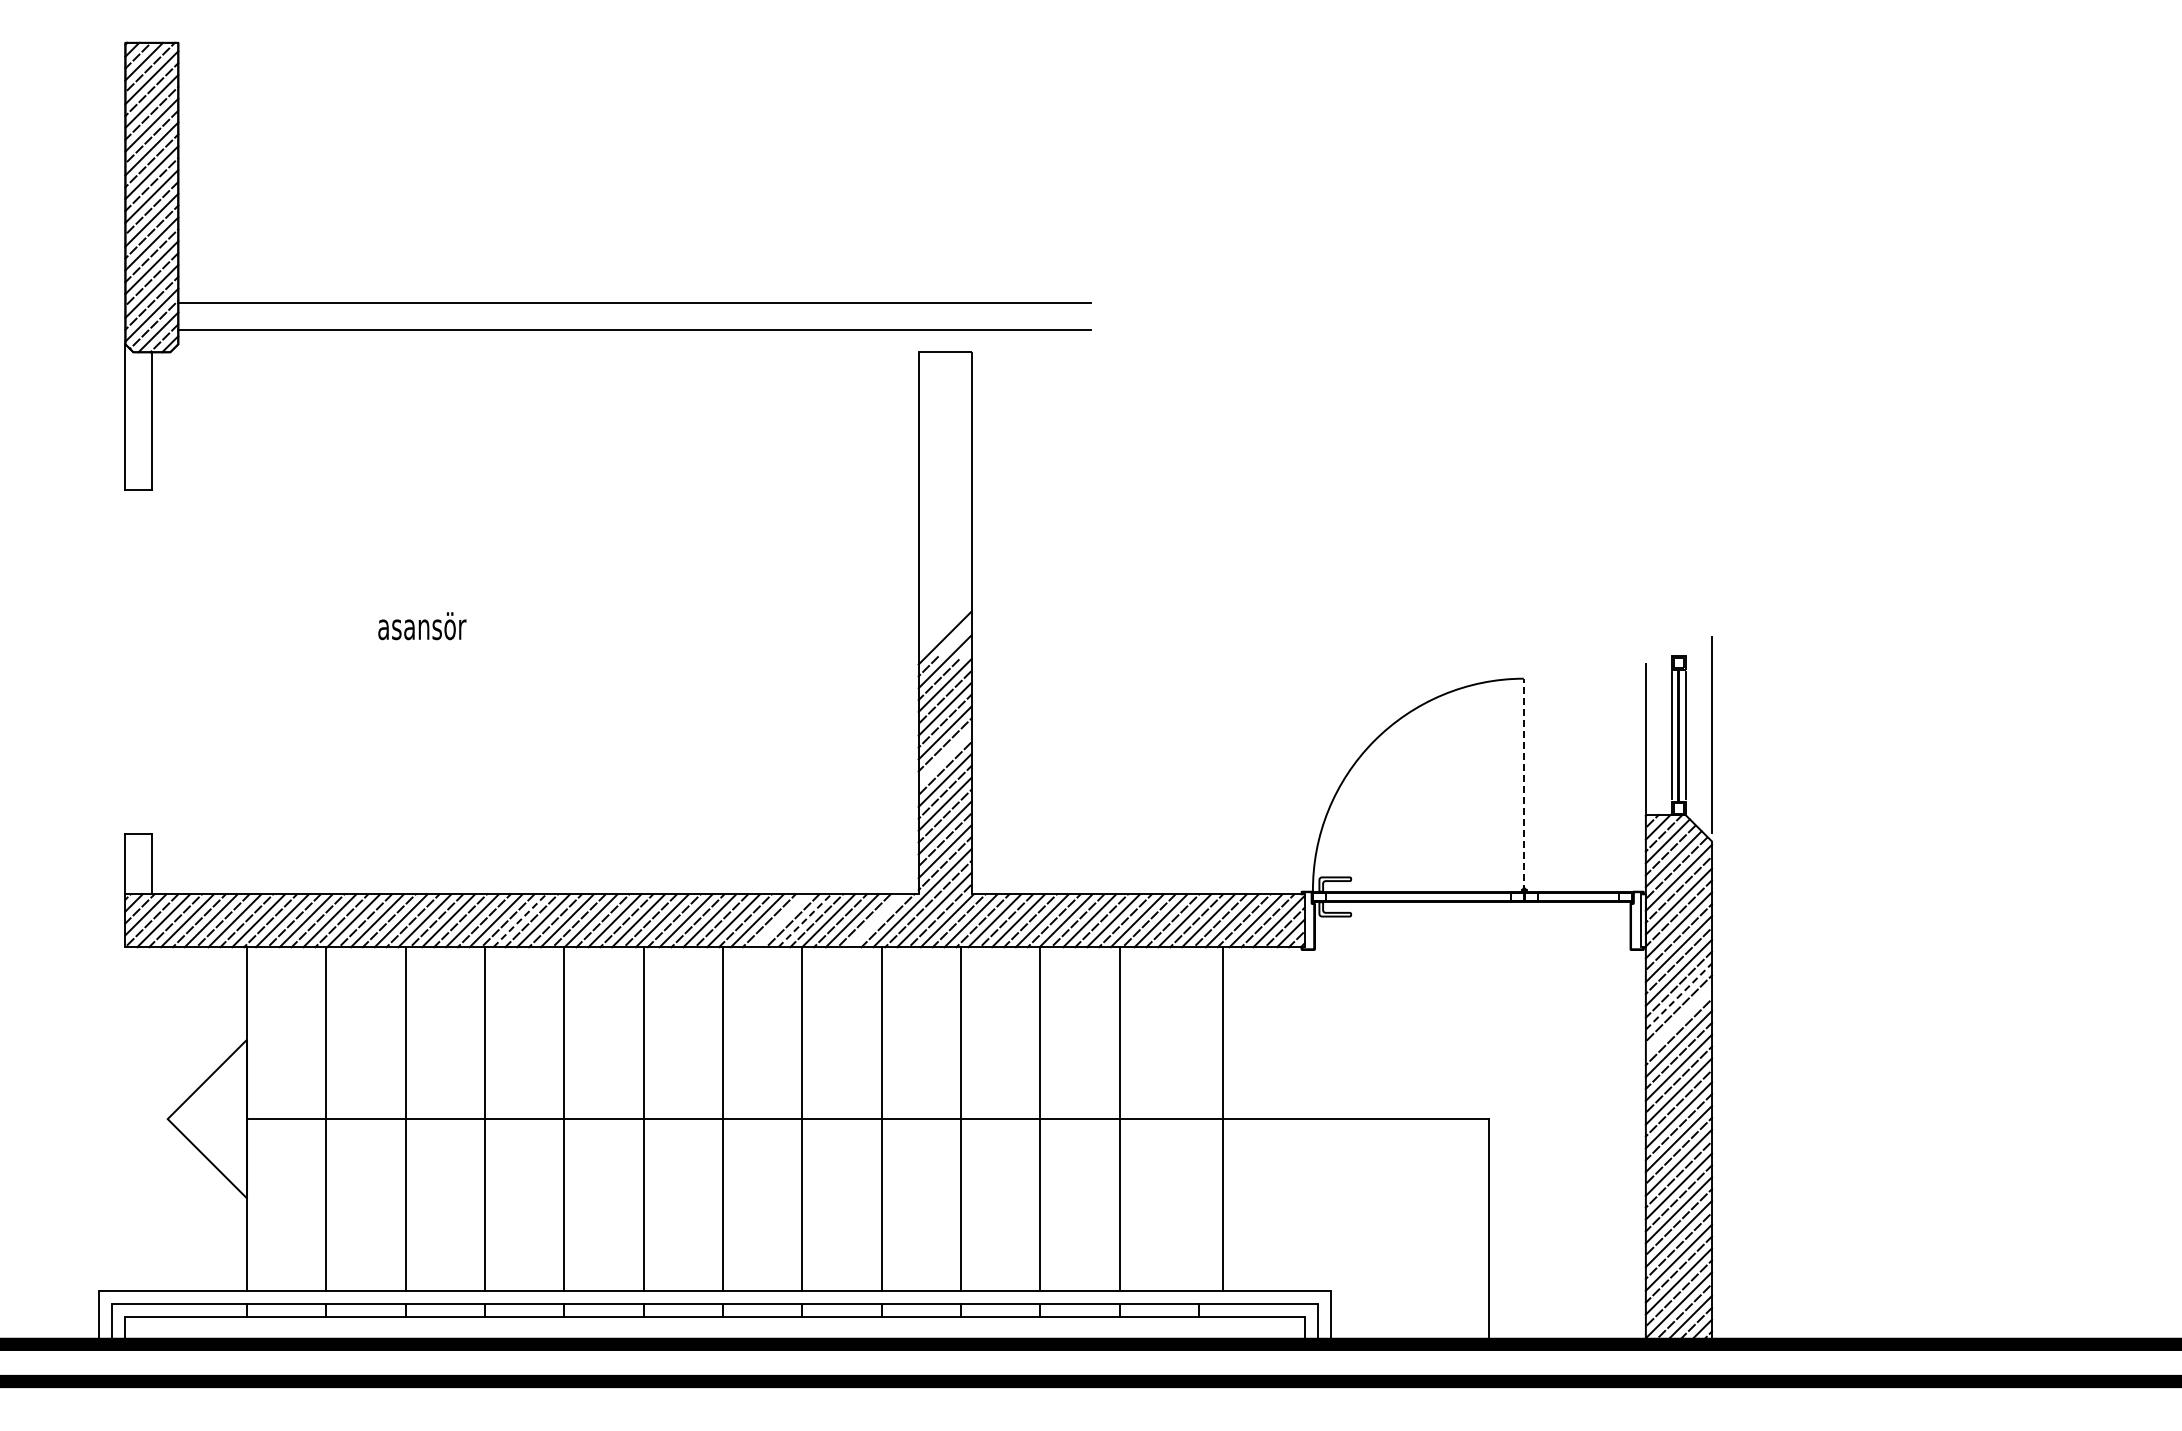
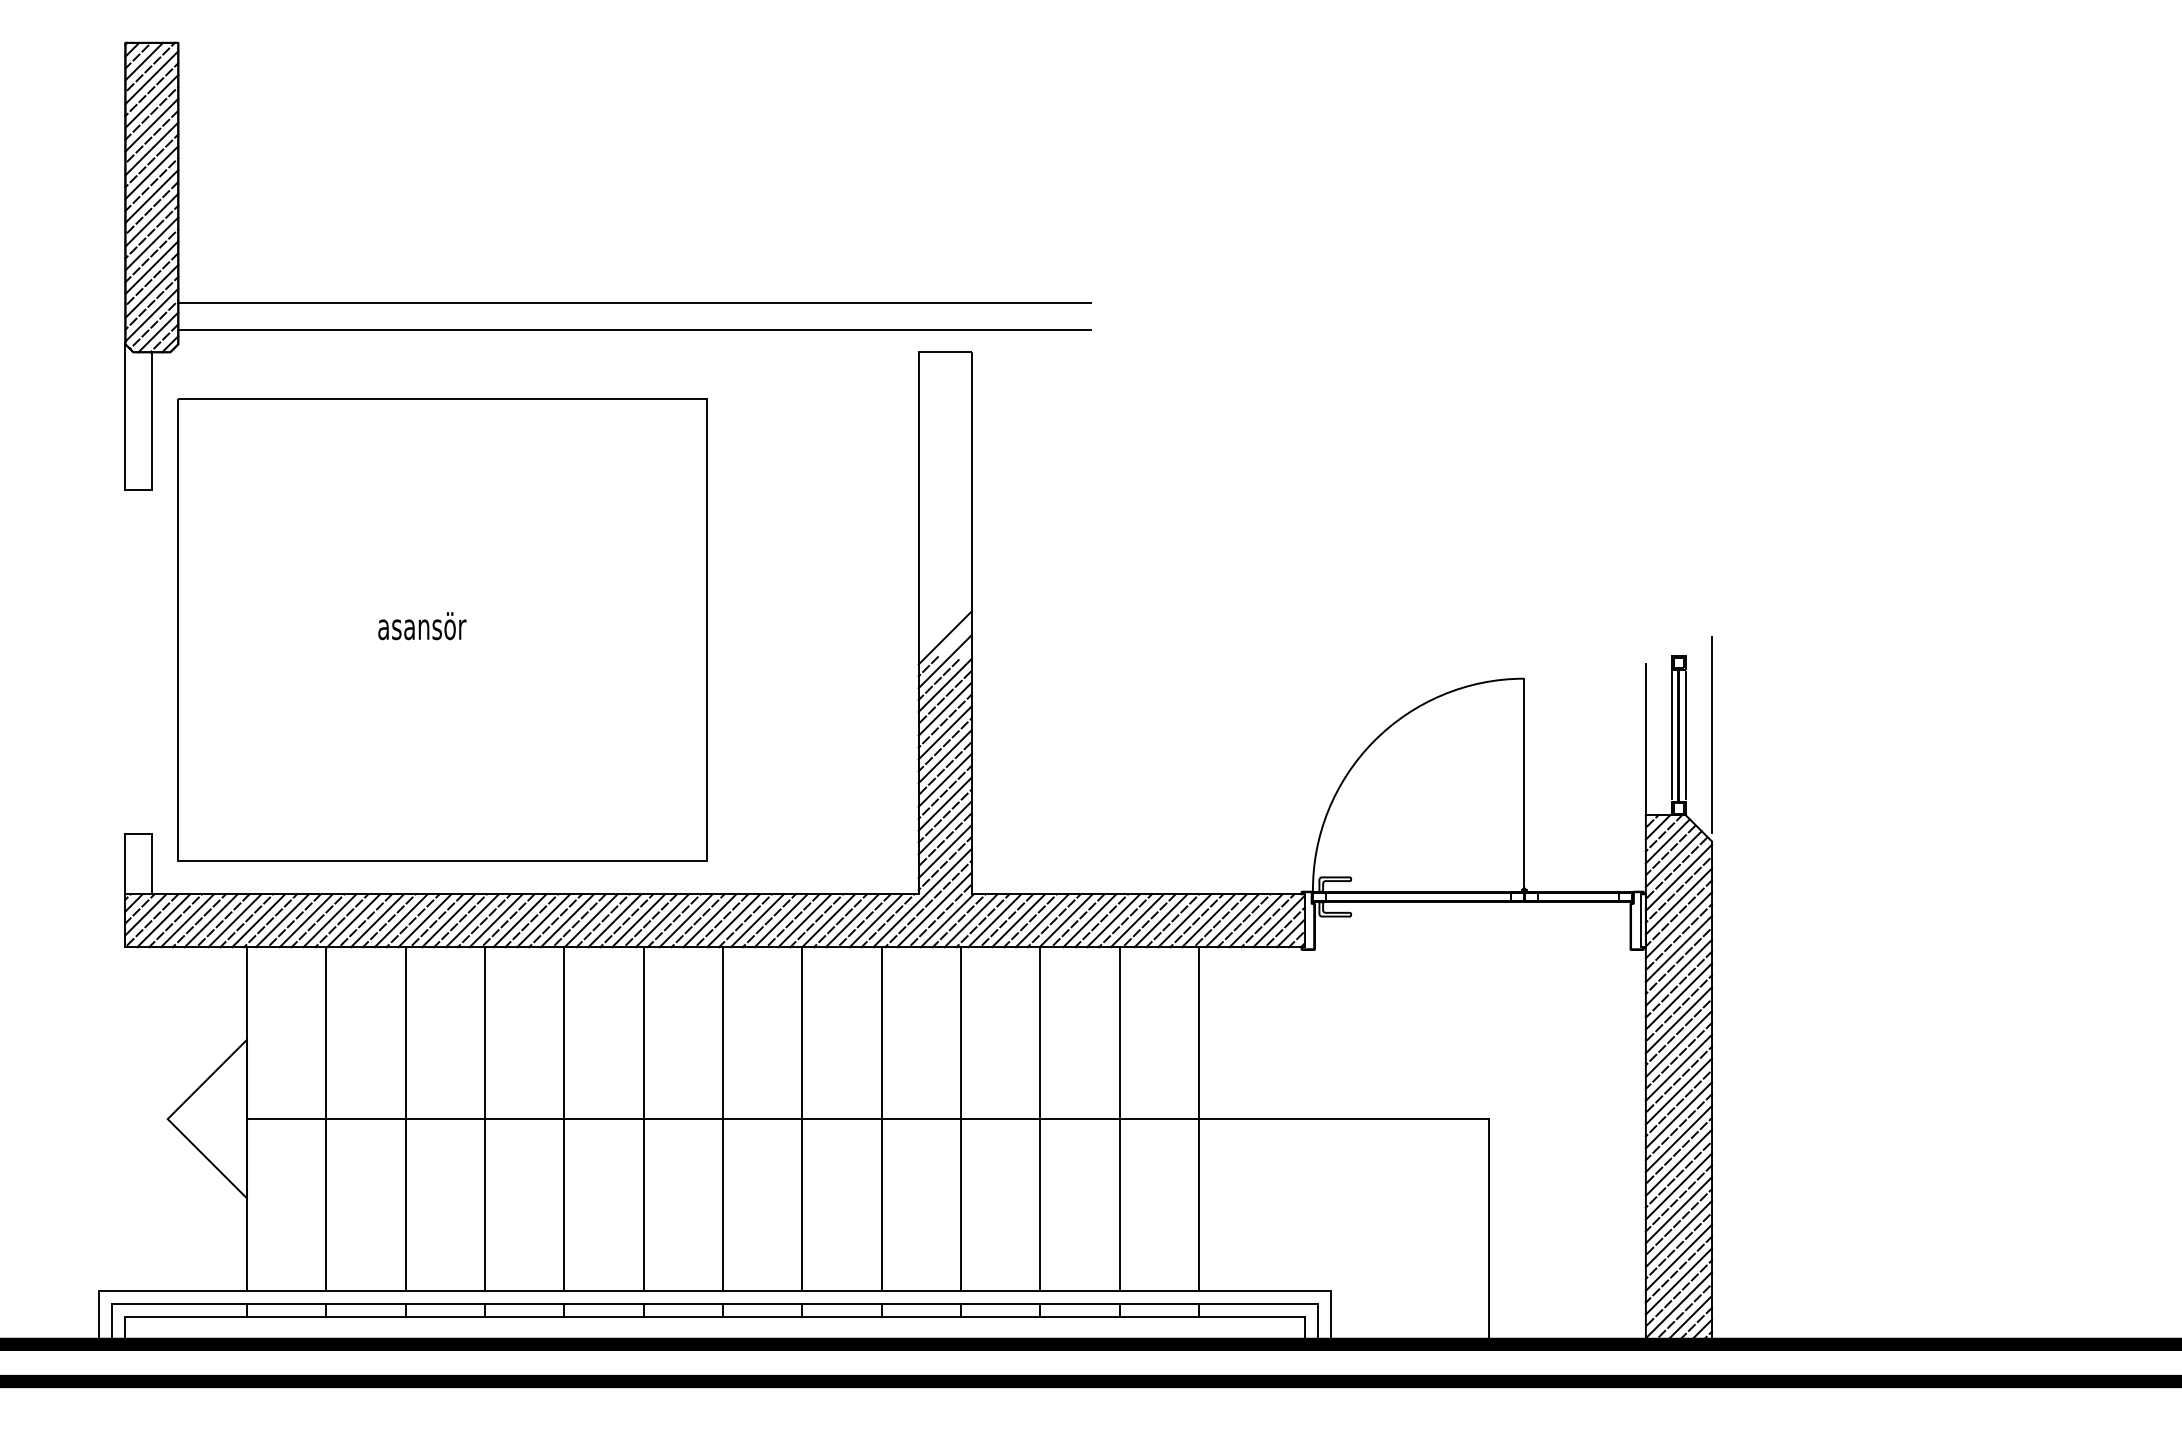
part at (442, 629): none -> present
line at (944, 756): none -> present
line at (1523, 785): dashed -> solid
line at (520, 920): dashed -> solid
line at (780, 920): none -> present
line at (805, 920): dashed -> solid
line at (875, 920): none -> present
line at (1678, 996): dashed -> solid
line at (1678, 1020): none -> present
line at (1223, 1118) position: (1223, 1118) -> (1199, 1118)
